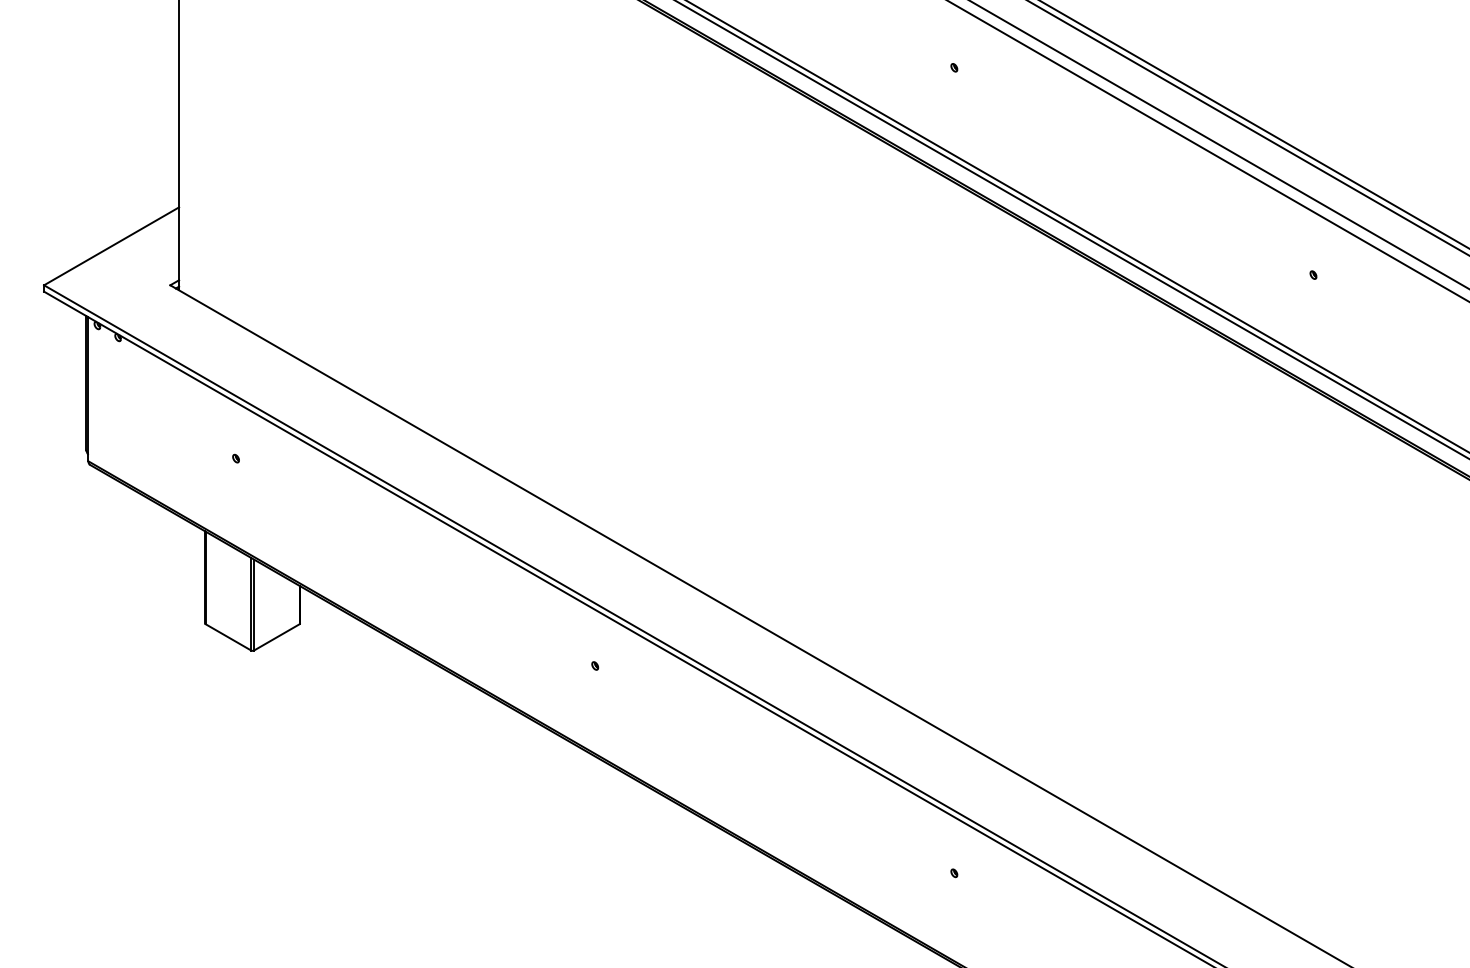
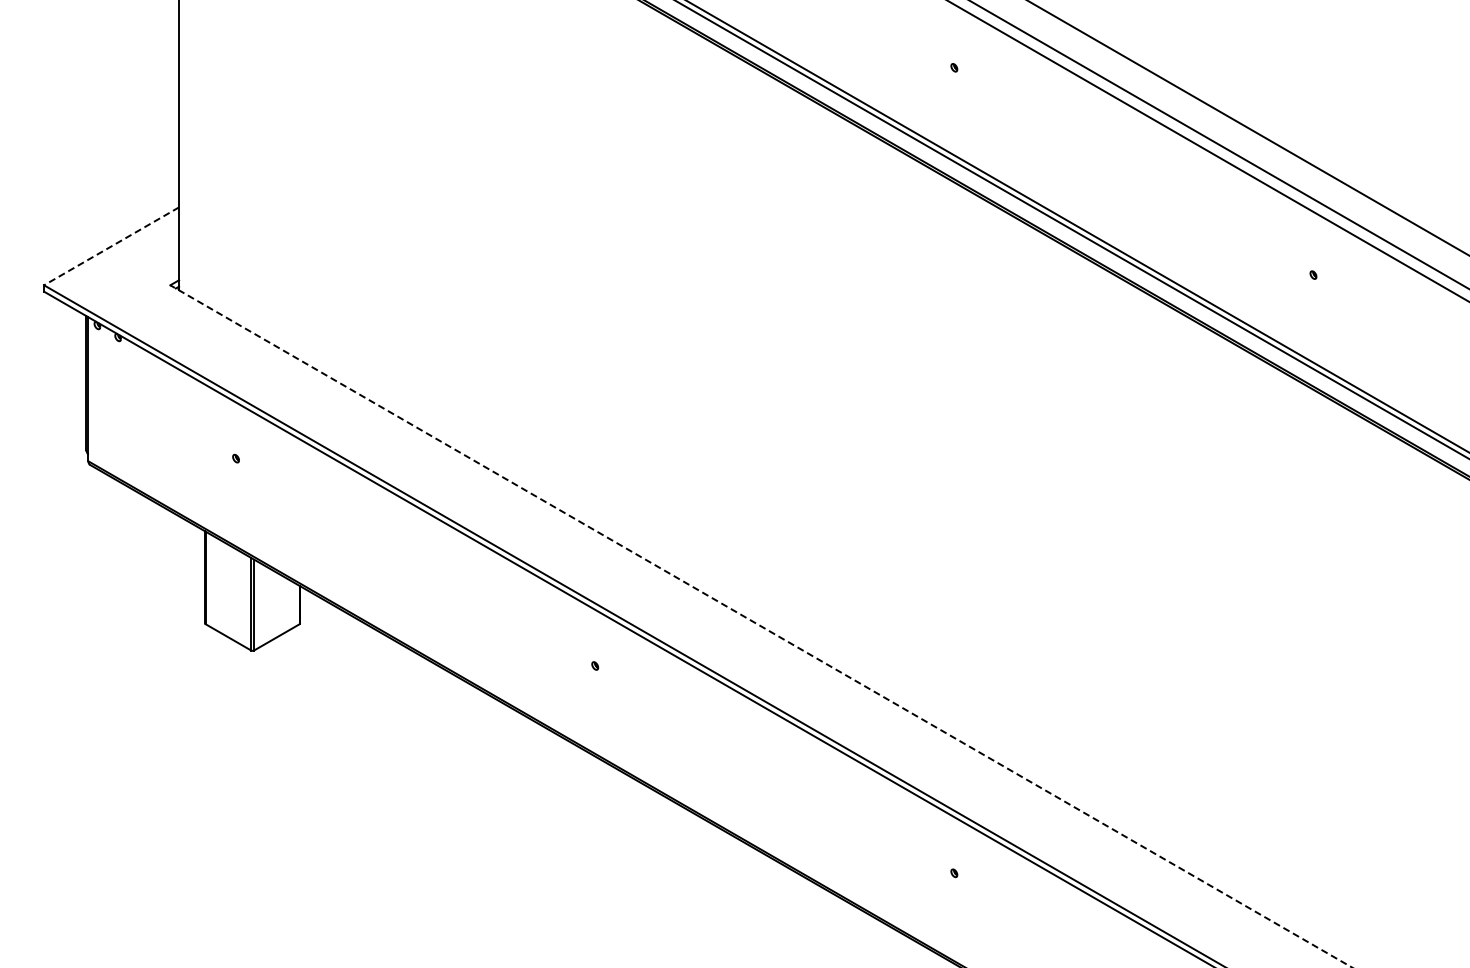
line at (1254, 124): present -> none
line at (111, 246): solid -> dashed
line at (760, 626): solid -> dashed
